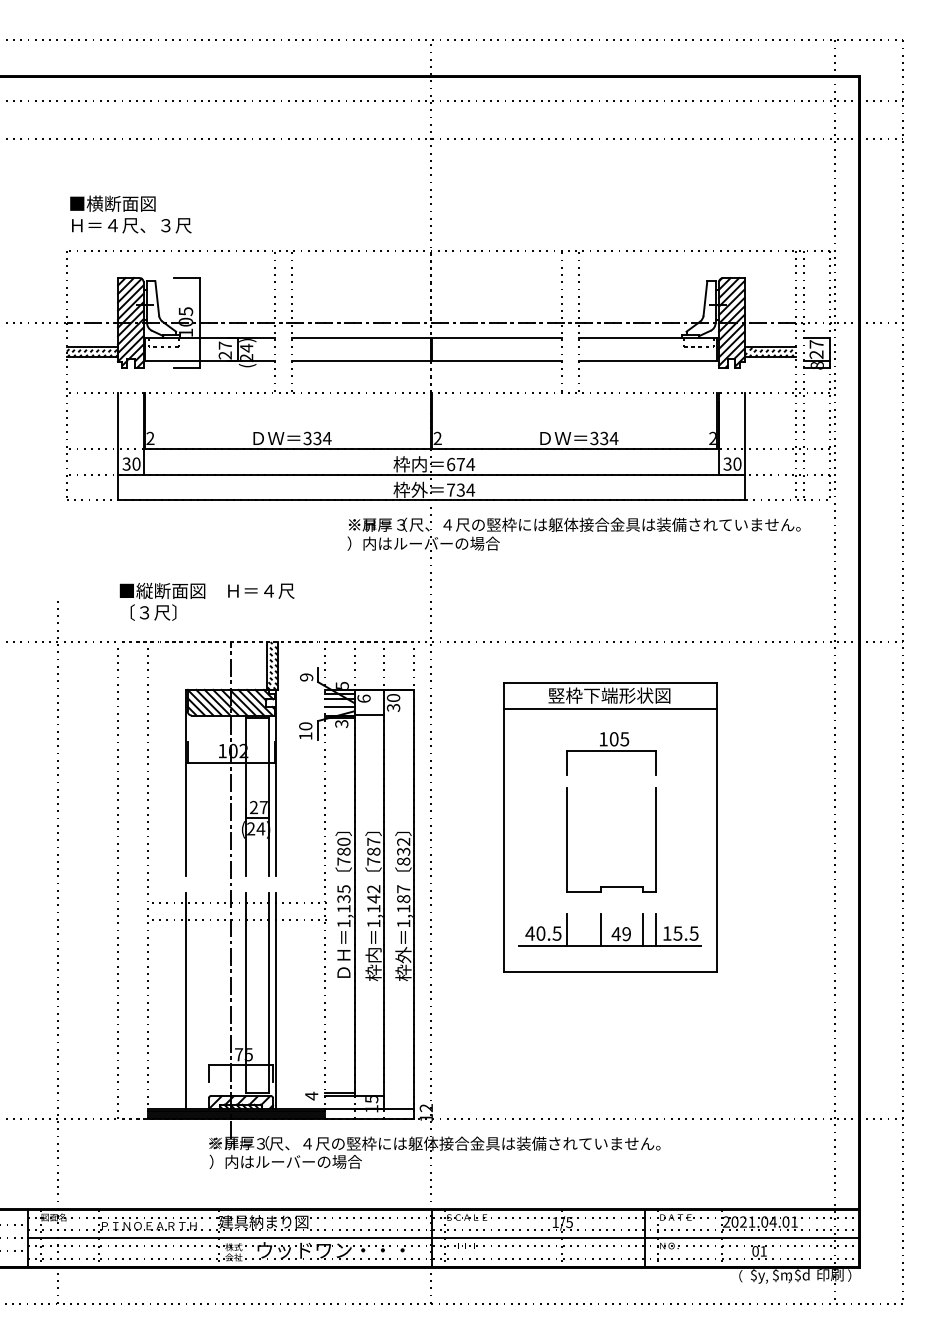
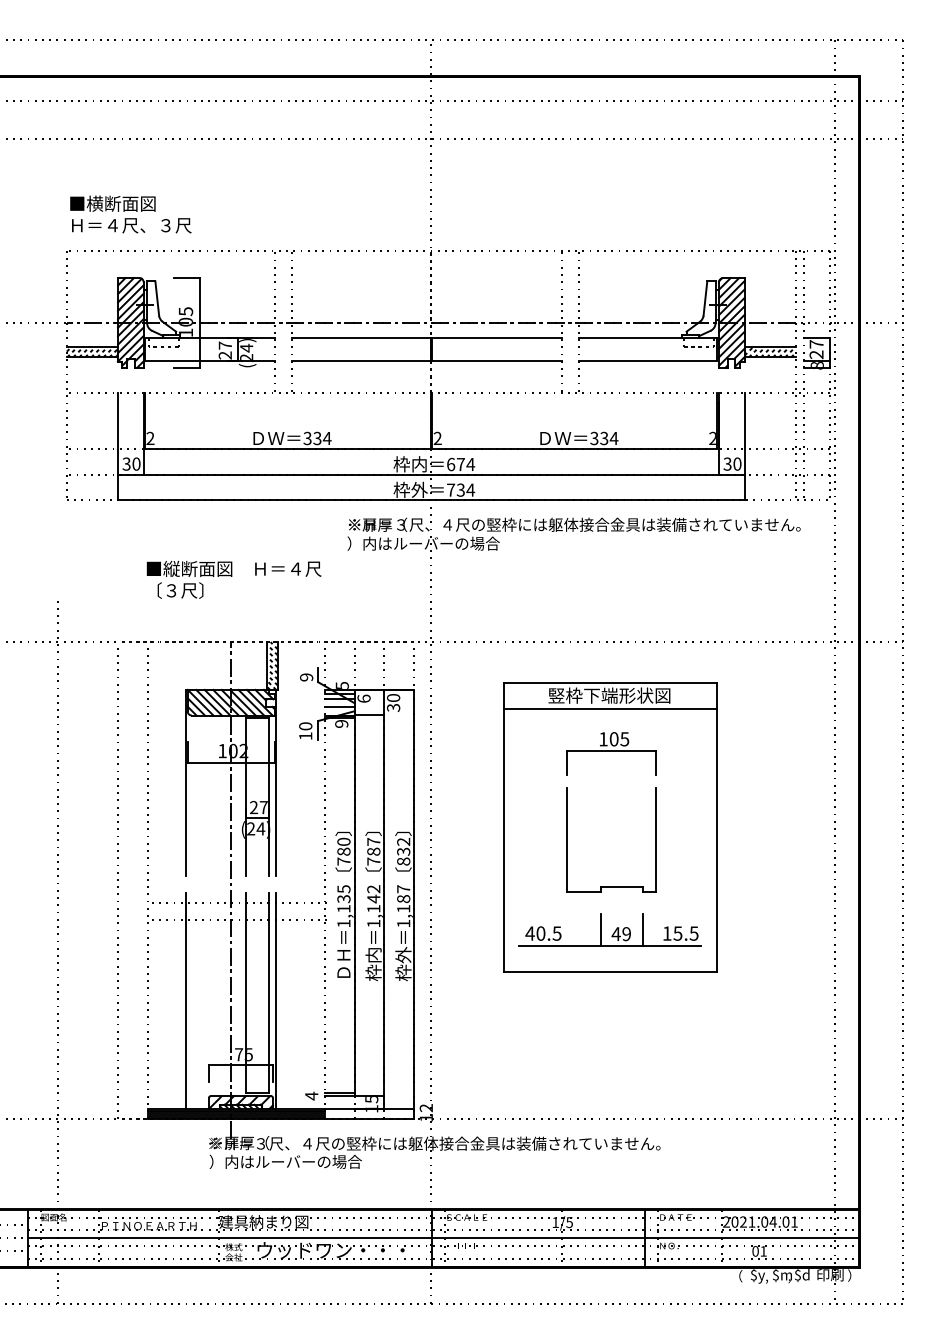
text at (206, 601) position: (206, 601) -> (233, 579)
text at (341, 724): 3 -> 9
line at (566, 929): present -> none
line at (656, 929): present -> none
